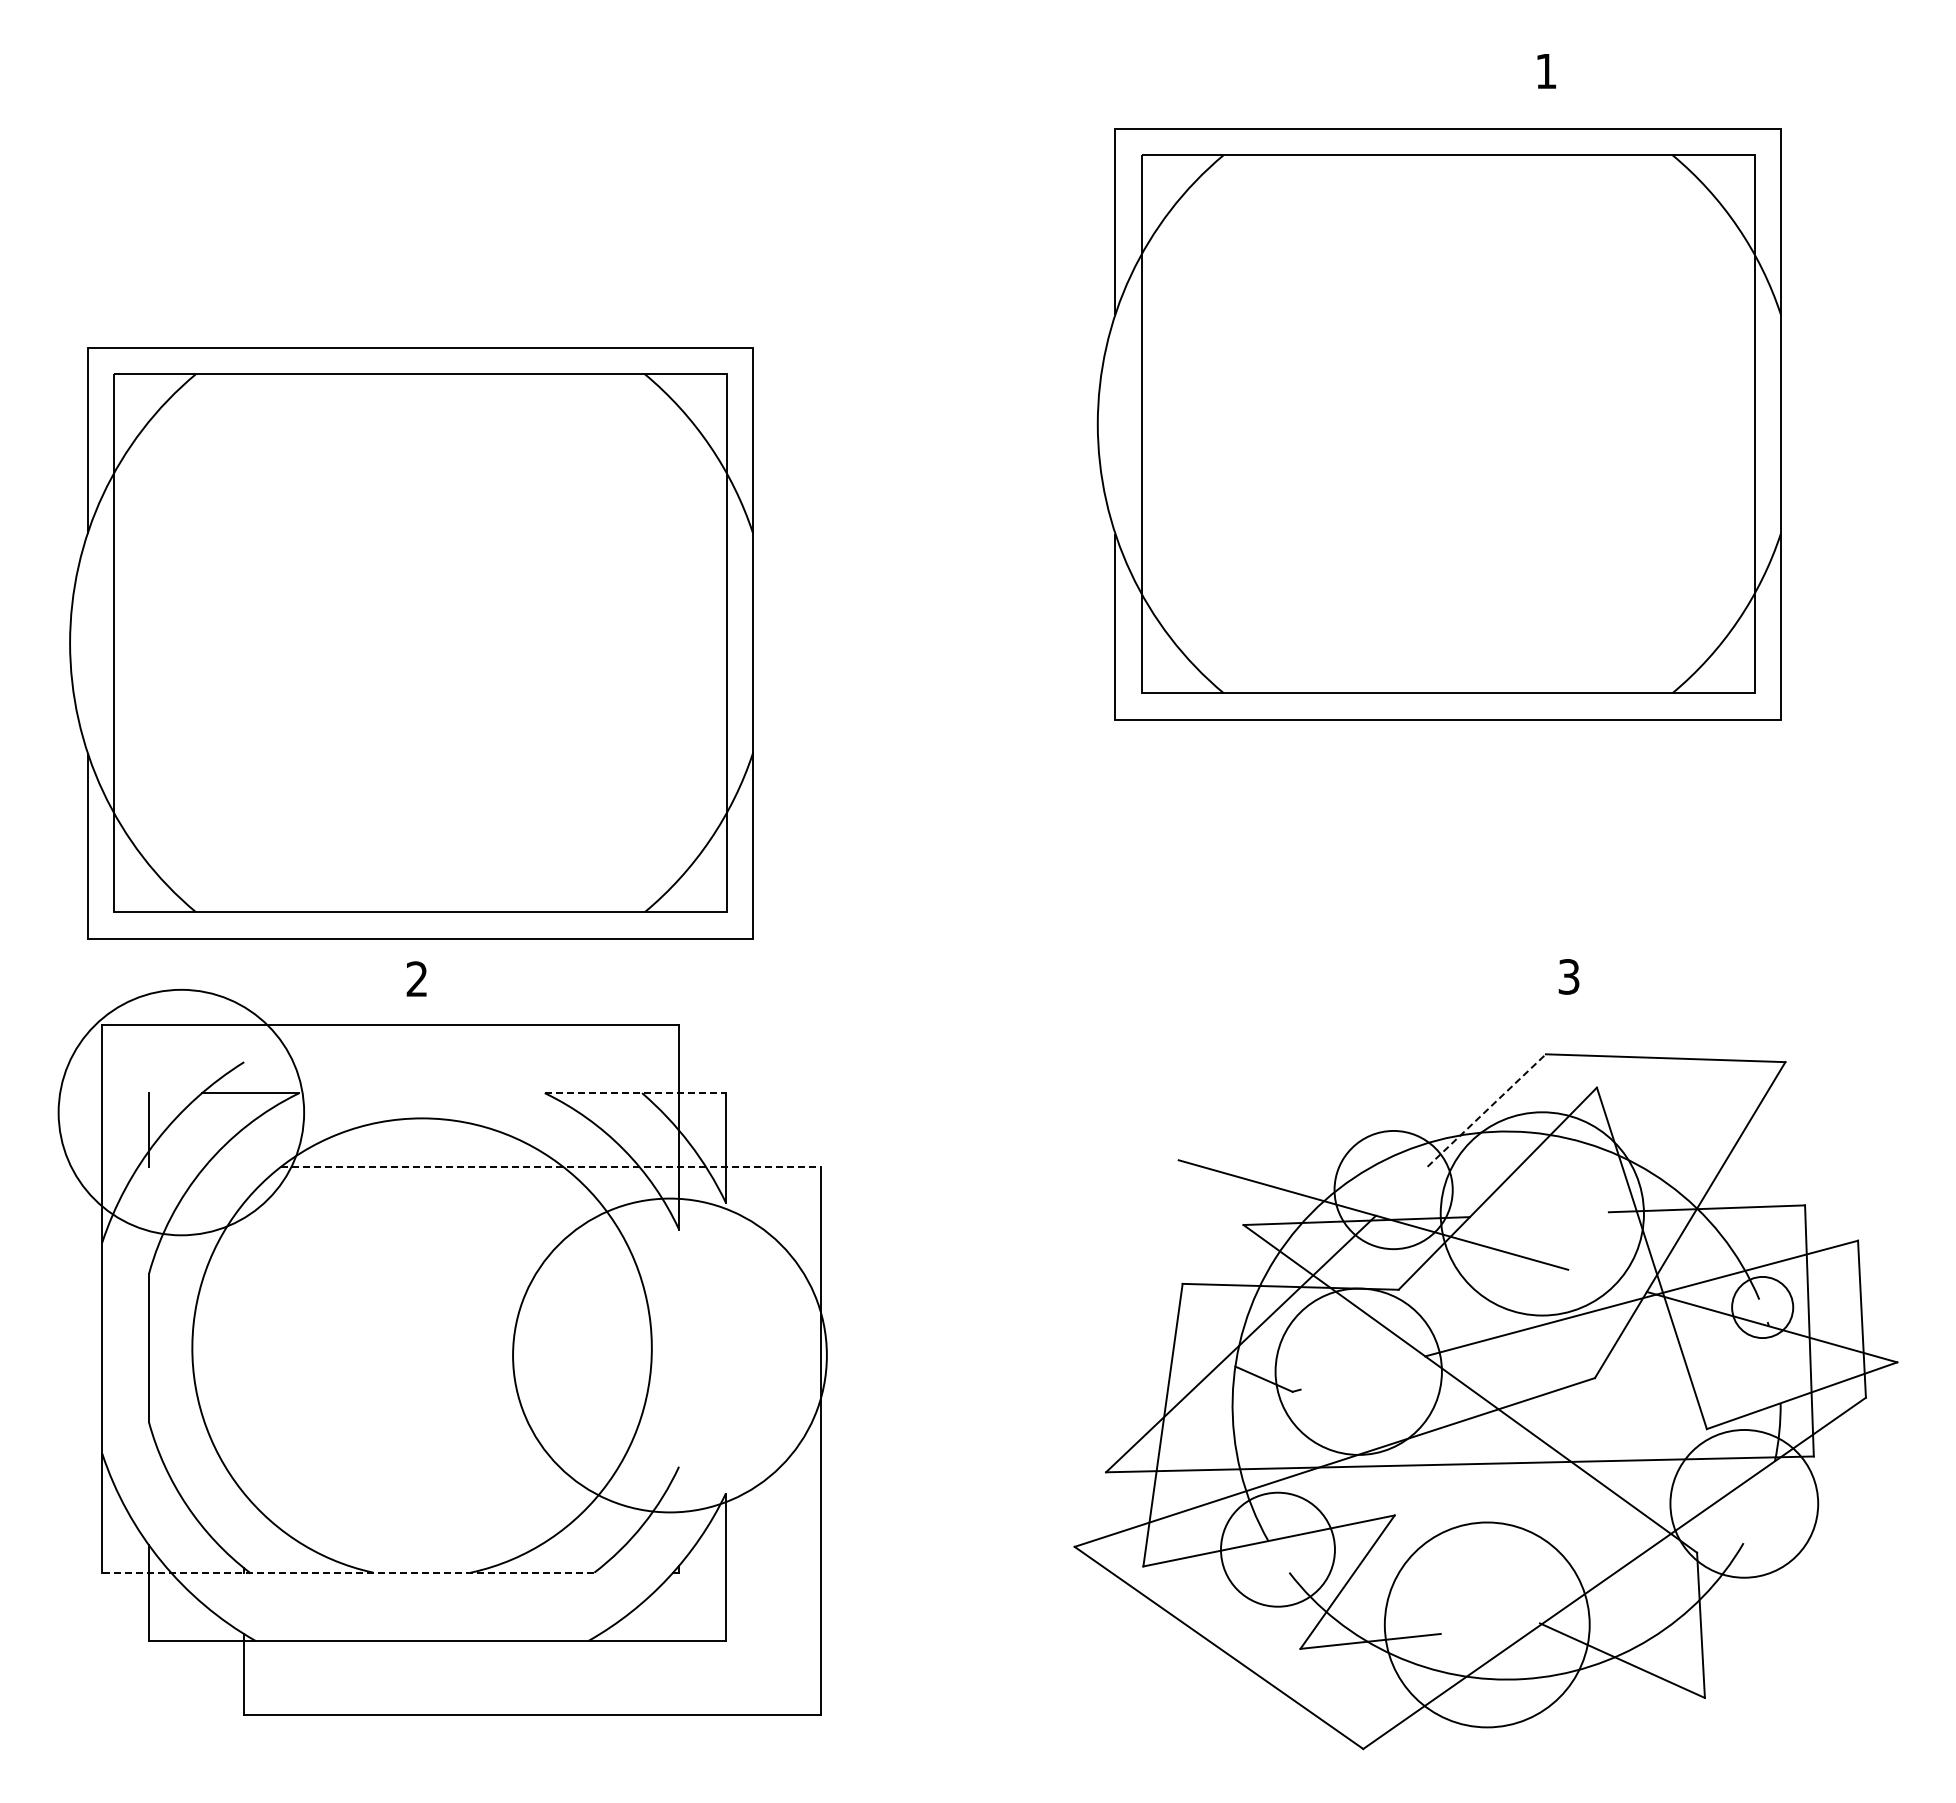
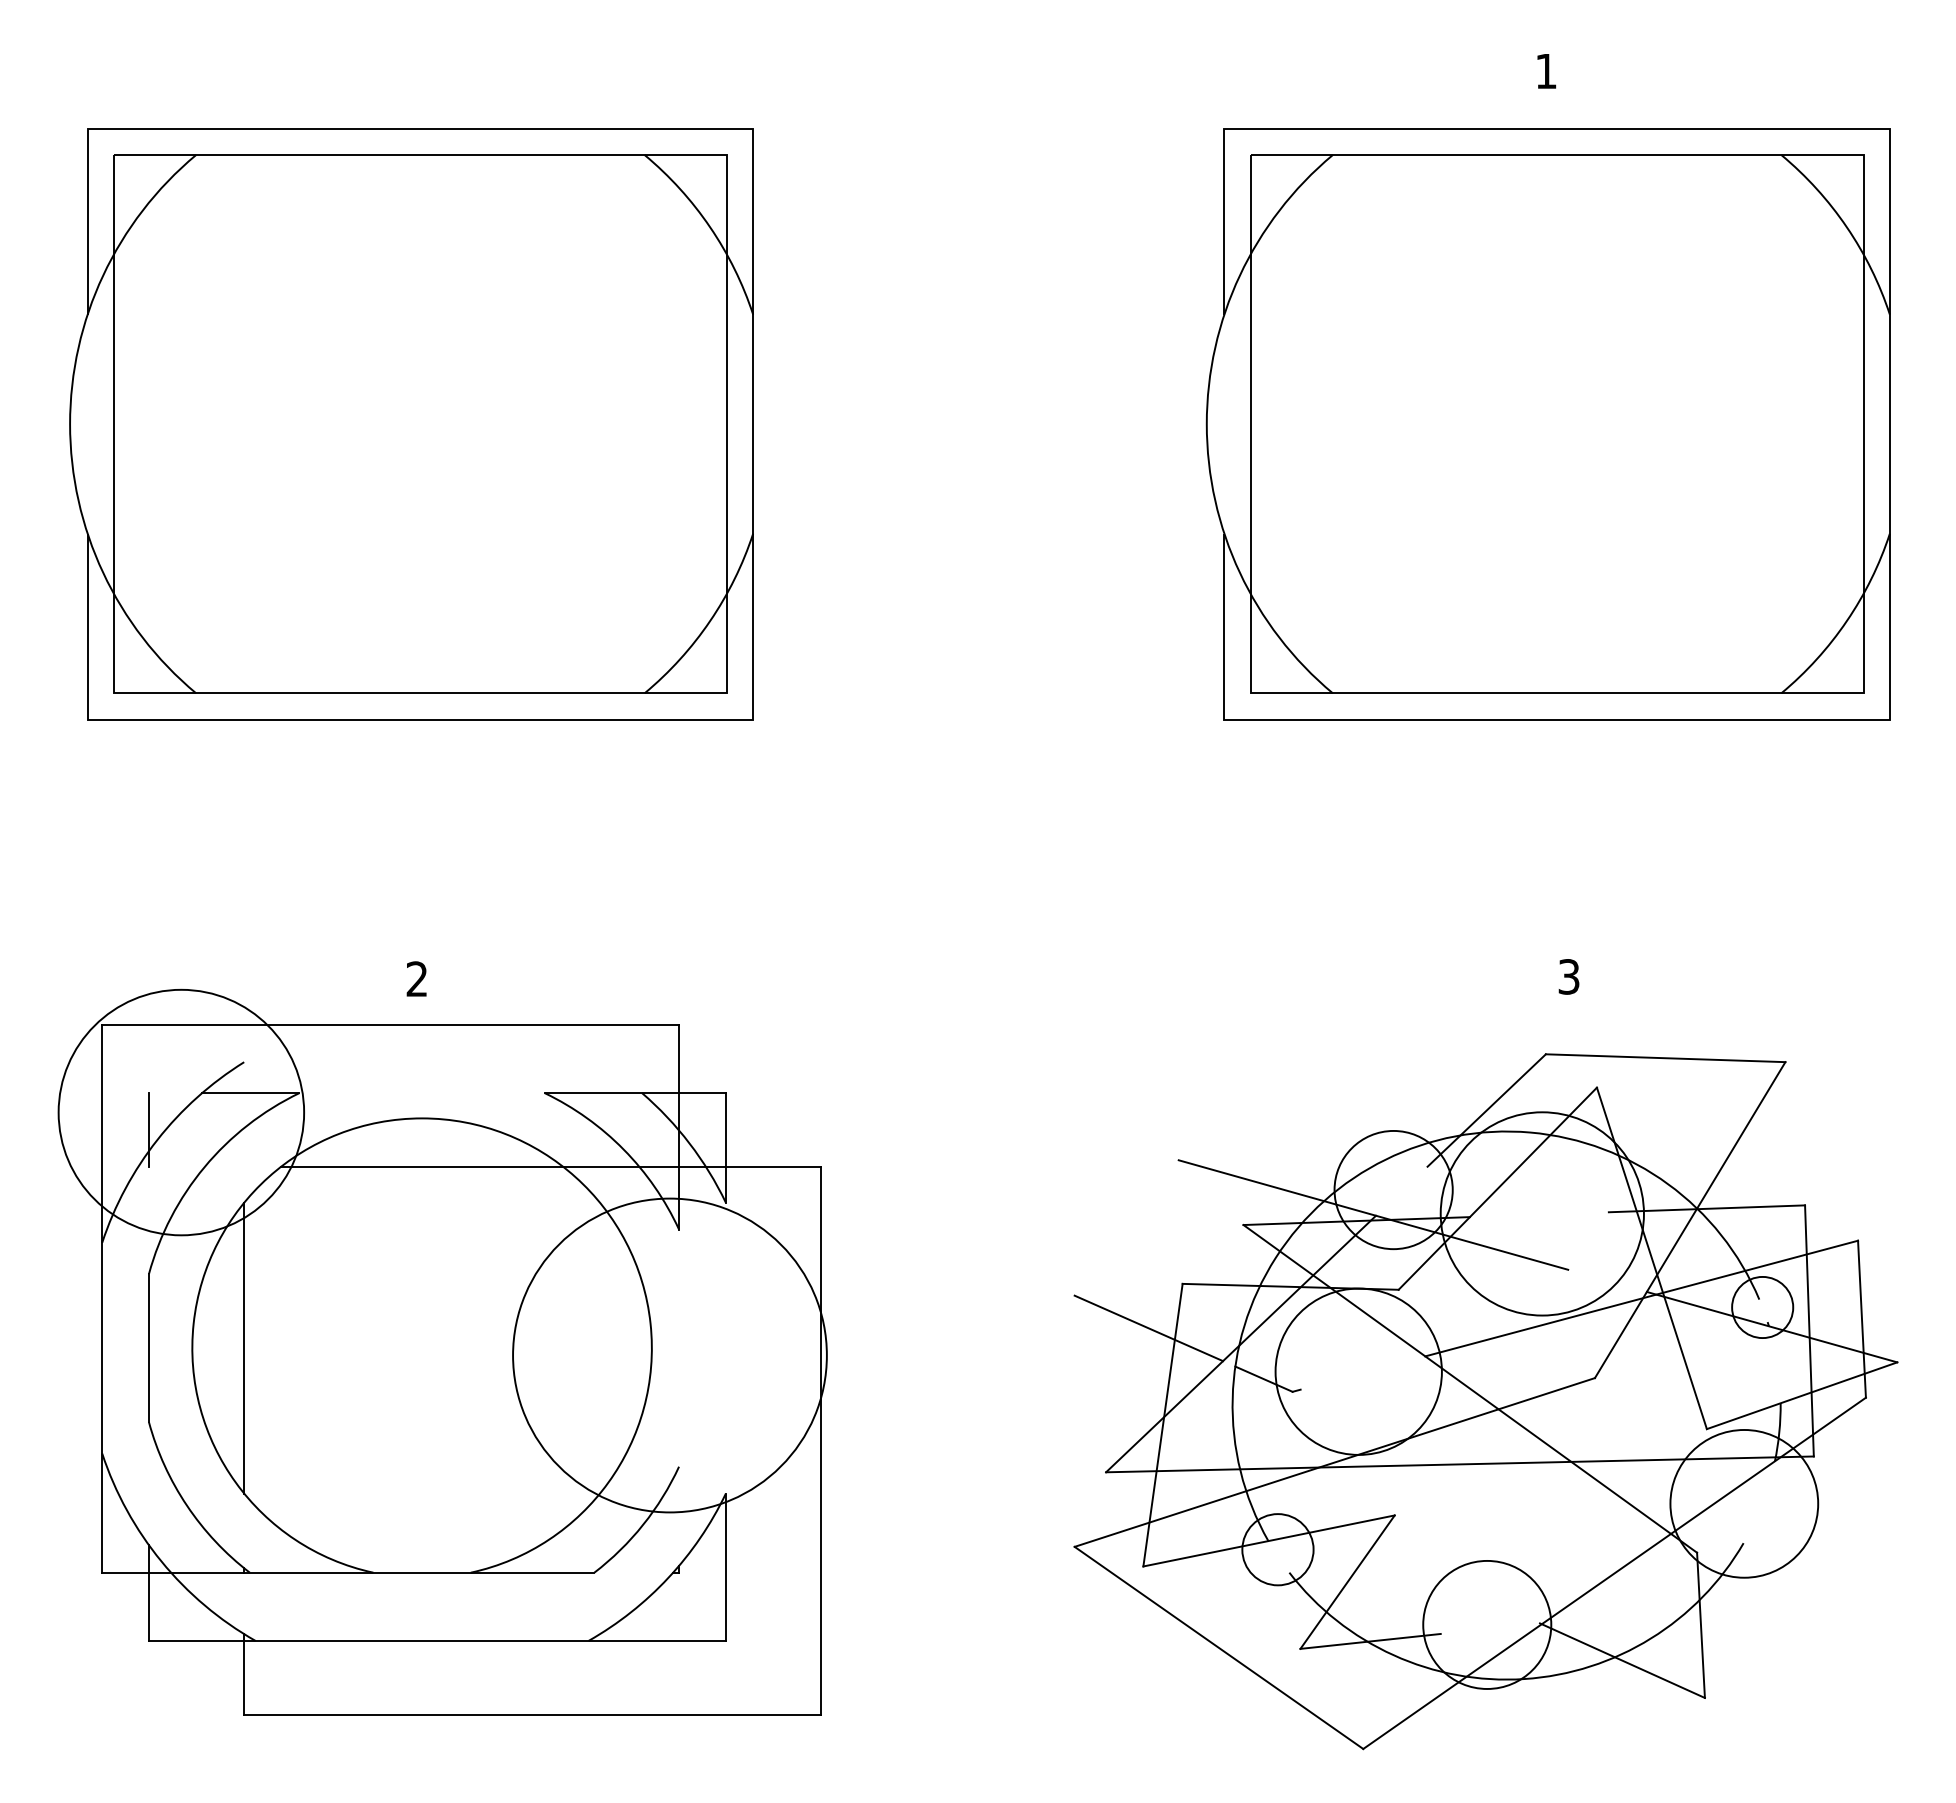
part at (1438, 424) position: (1438, 424) -> (1547, 424)
part at (411, 643) position: (411, 643) -> (411, 424)
line at (635, 1093): dashed -> solid
line at (1486, 1110): dashed -> solid
line at (551, 1166): dashed -> solid
line at (1148, 1328): none -> present
line at (244, 1347): none -> present
circle at (1277, 1549) diameter: 114 px -> 71 px
line at (347, 1572): dashed -> solid
circle at (1486, 1624) diameter: 205 px -> 128 px
